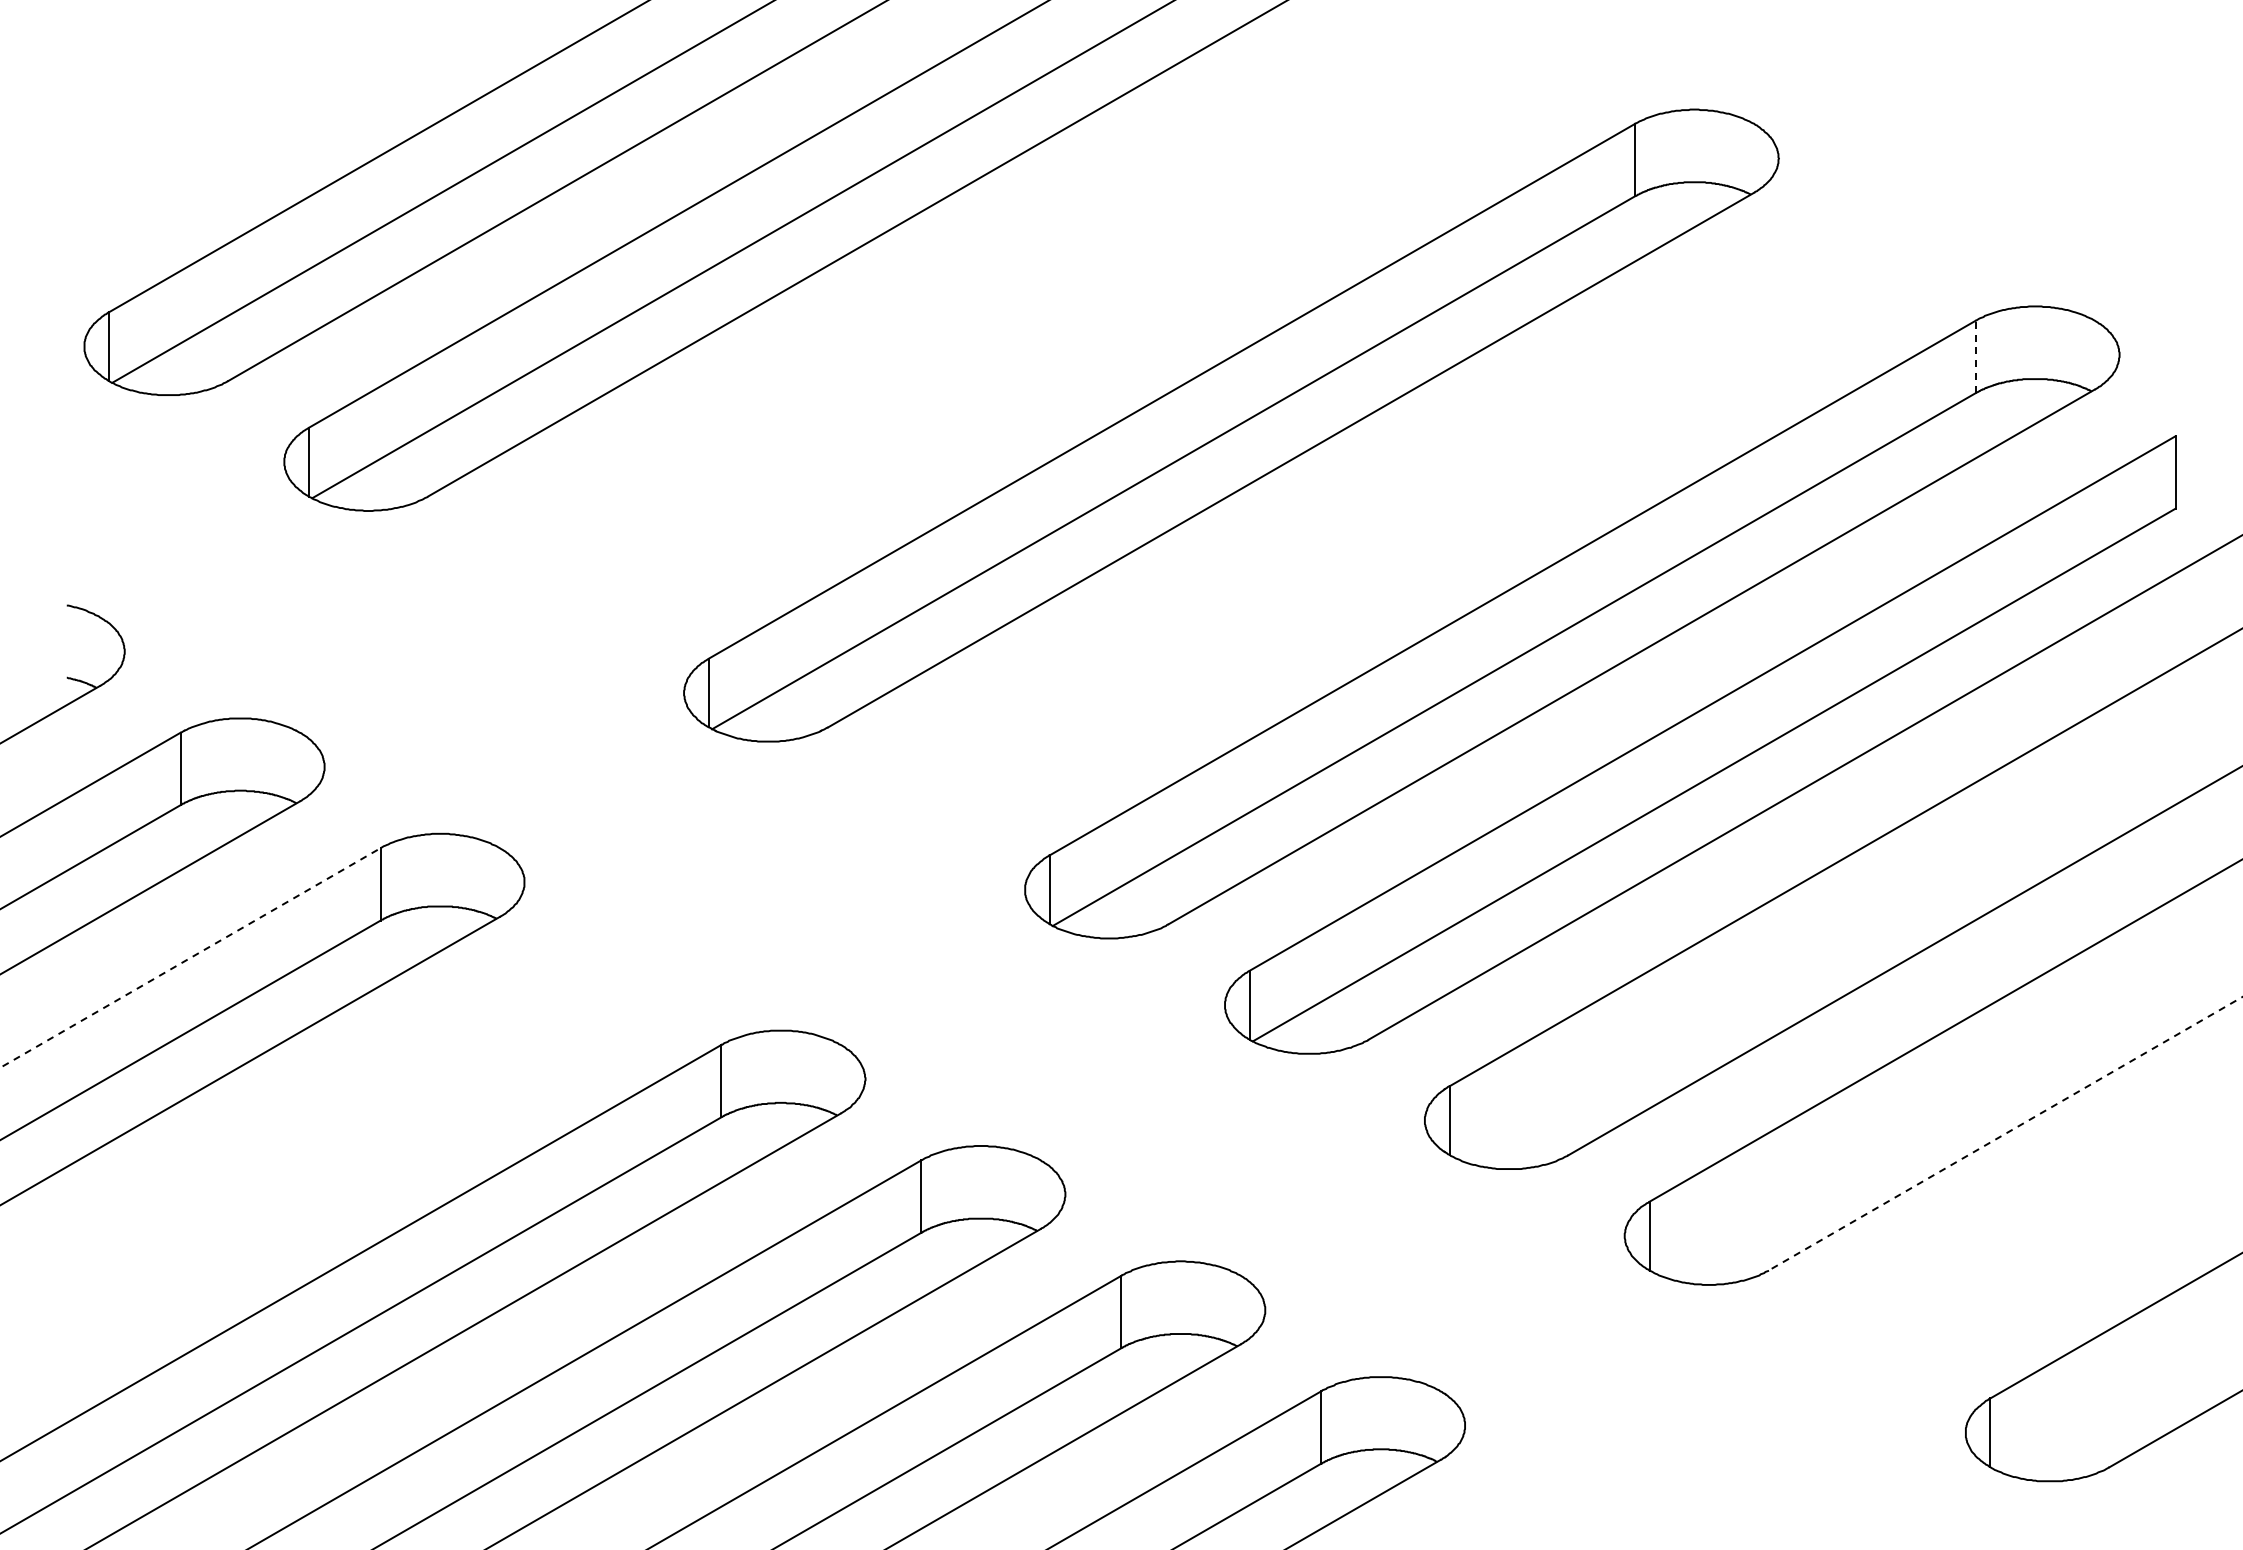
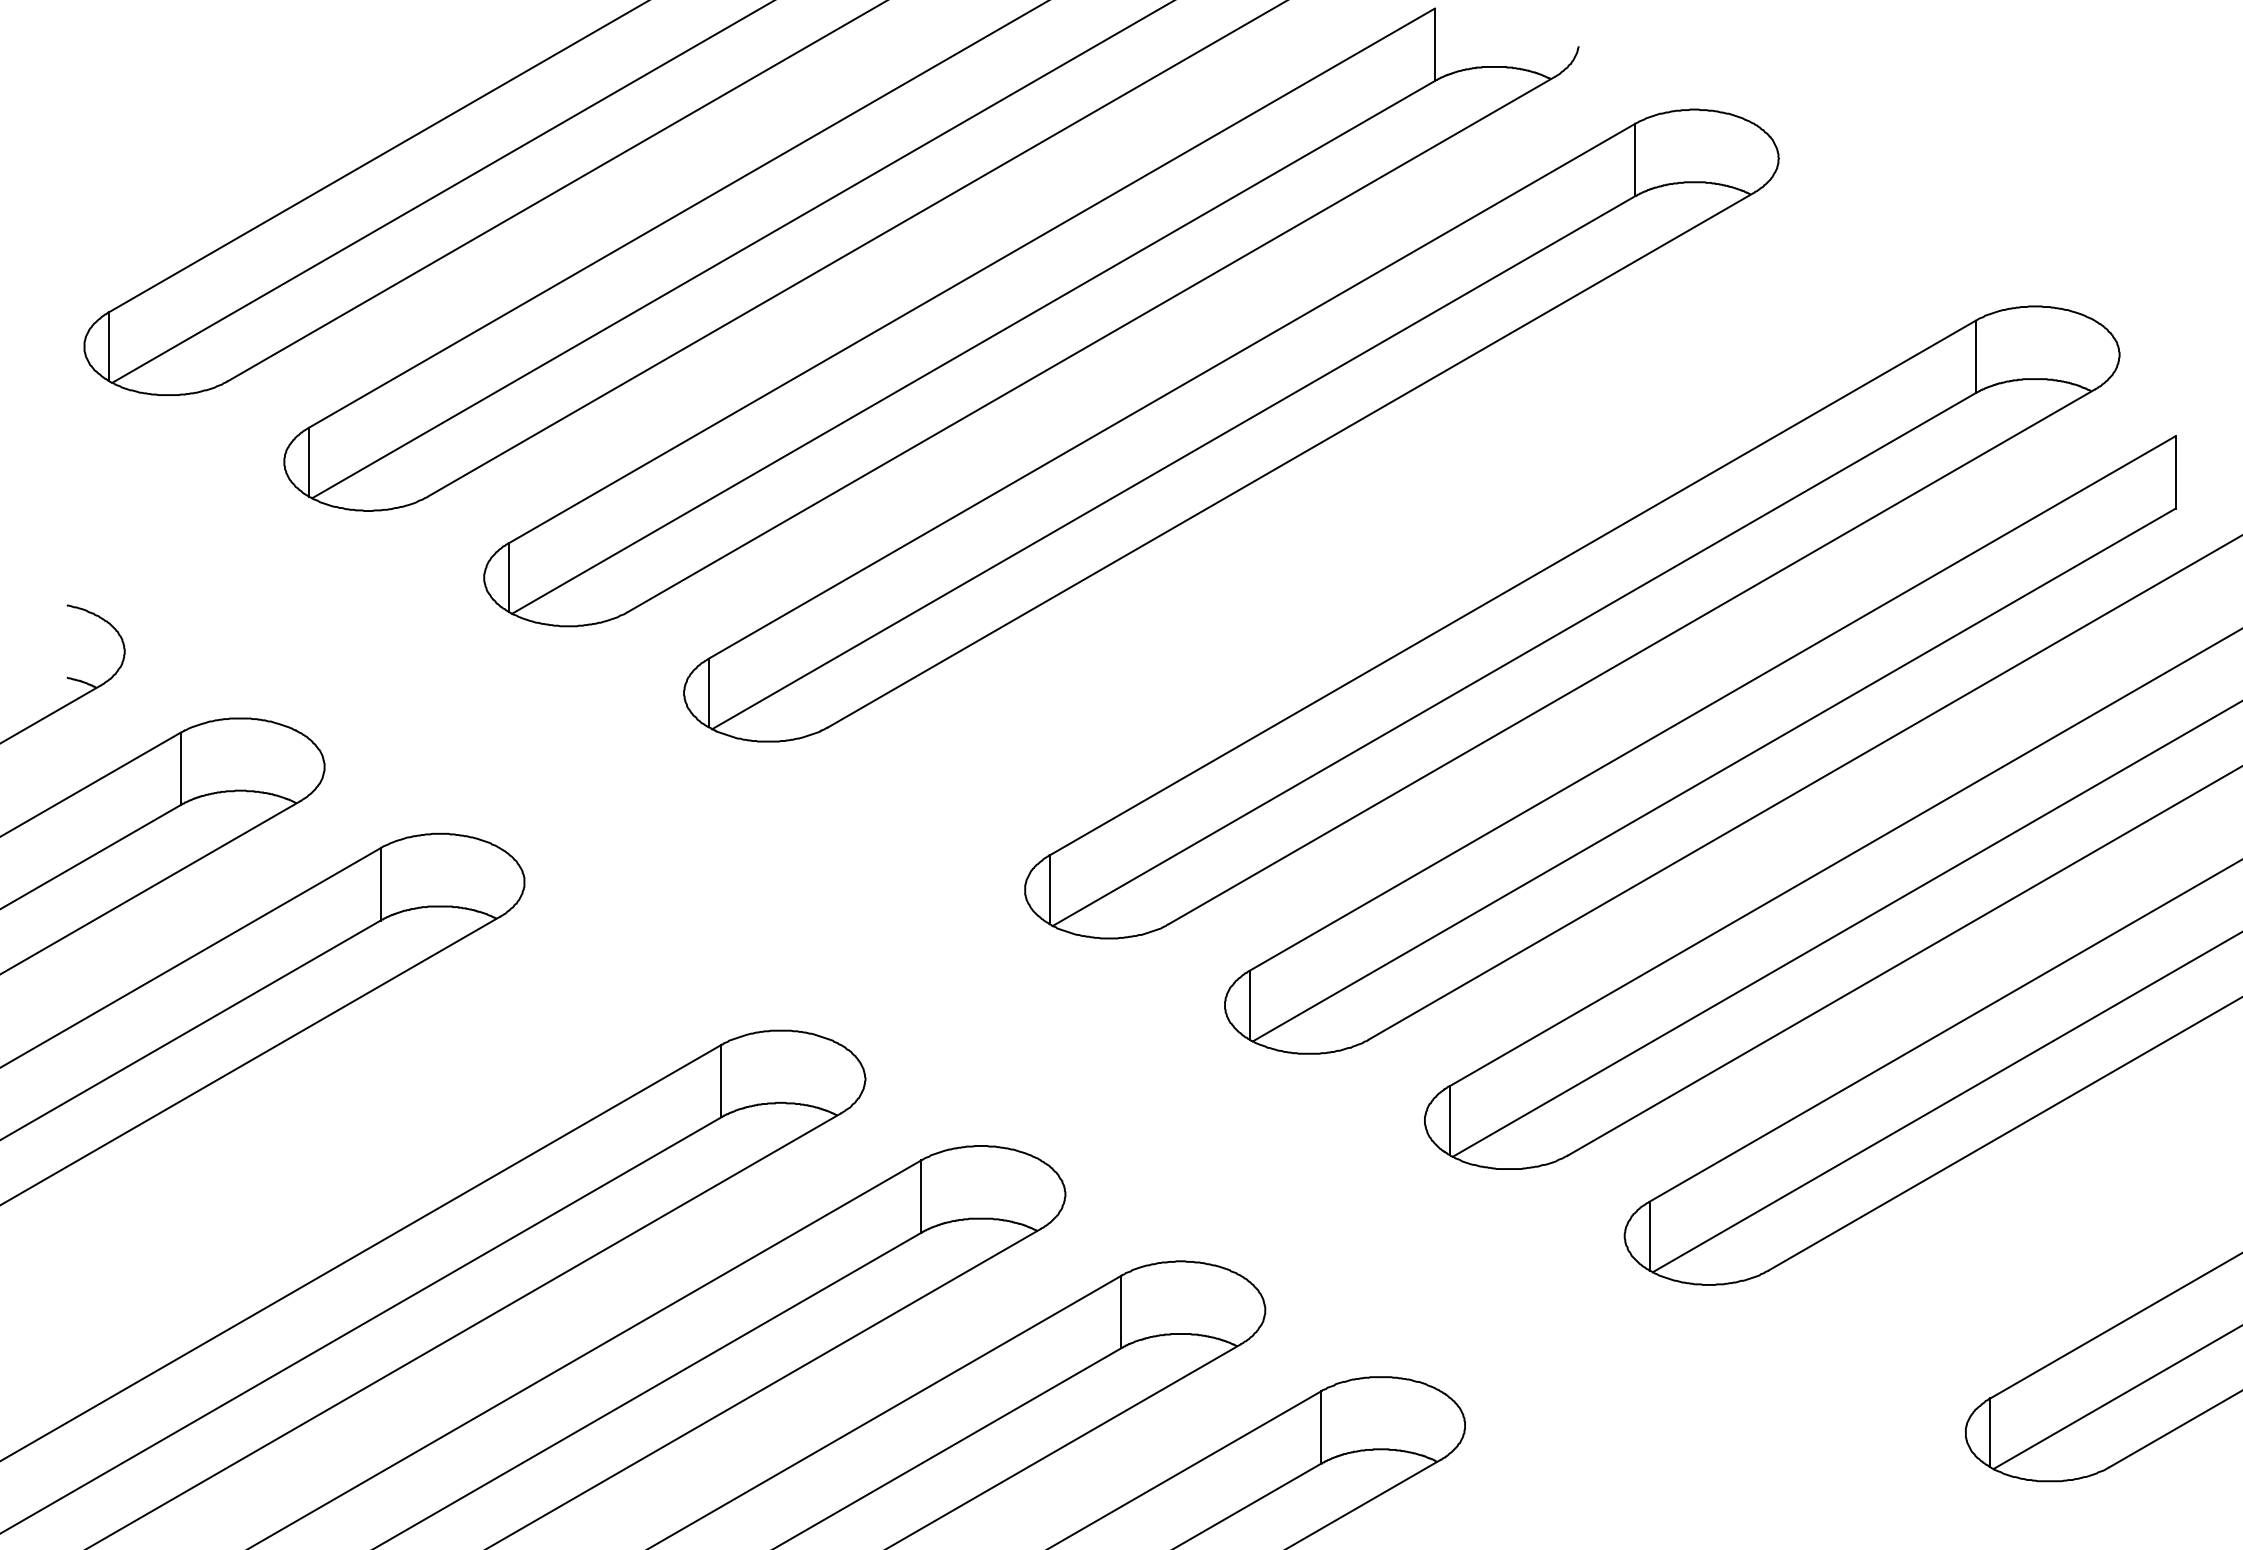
part at (1031, 317): none -> present
line at (1975, 356): dashed -> solid
line at (1845, 929): none -> present
line at (191, 957): dashed -> solid
line at (1945, 1102): none -> present
line at (2005, 1133): dashed -> solid
line at (2116, 1397): none -> present
